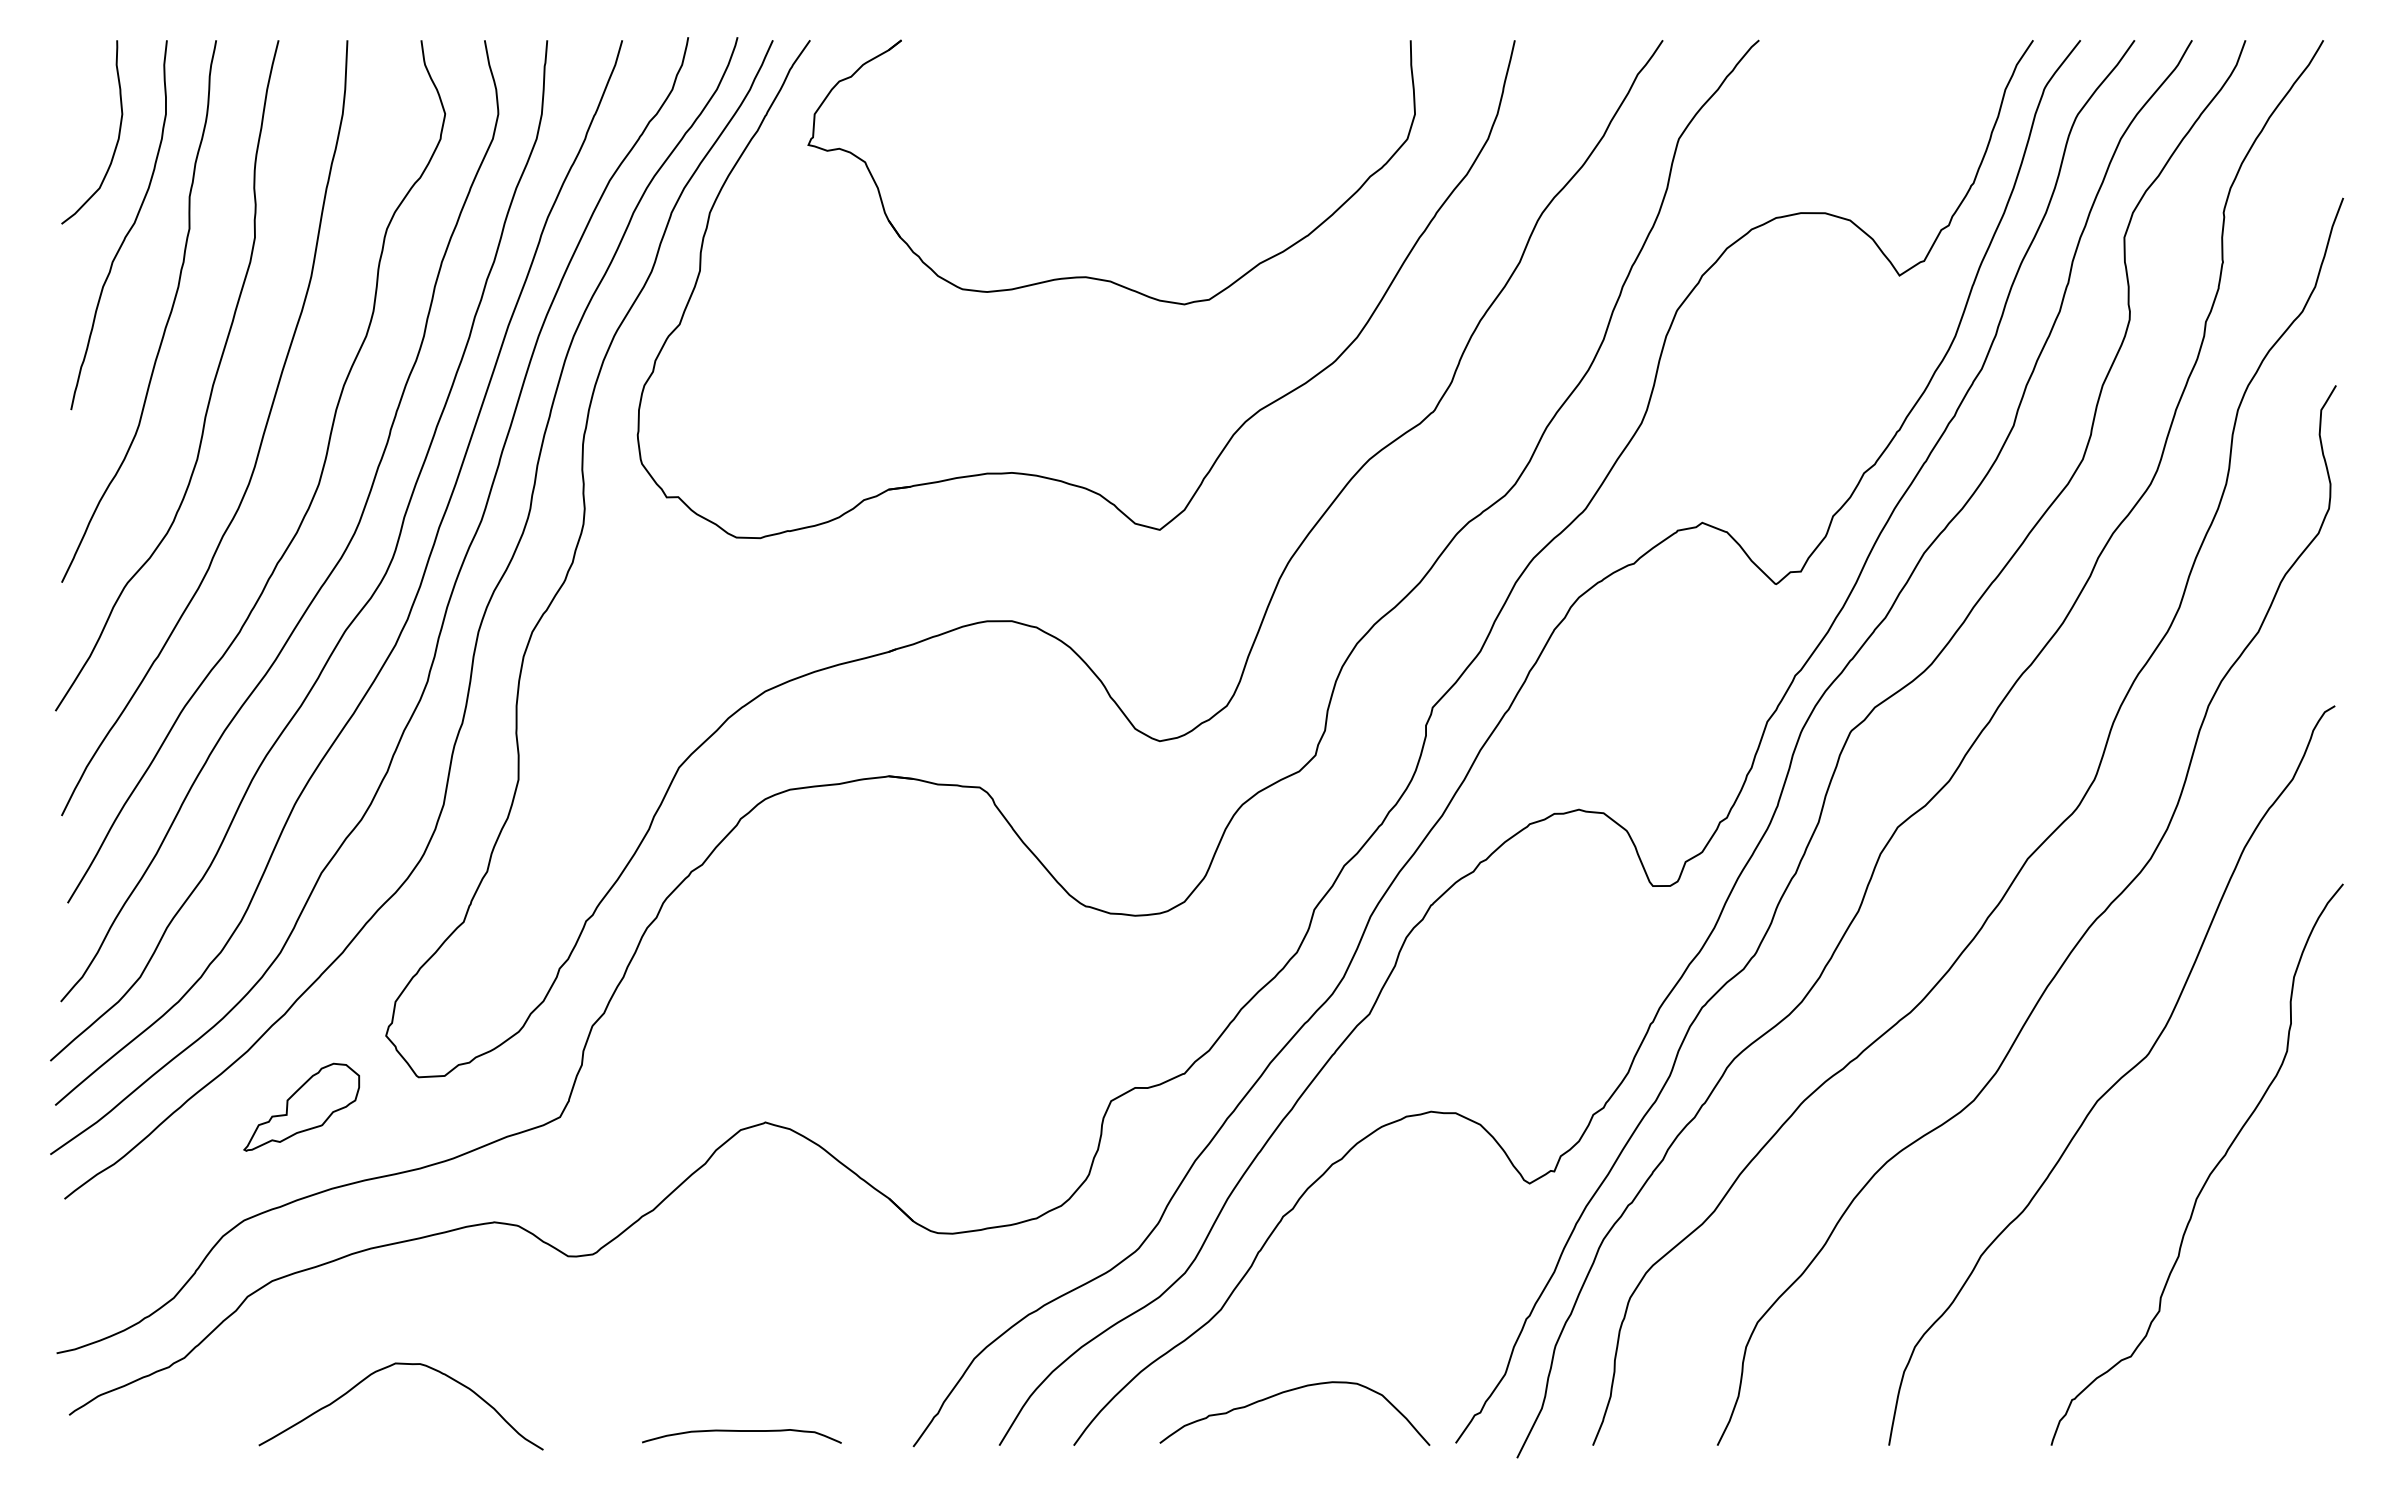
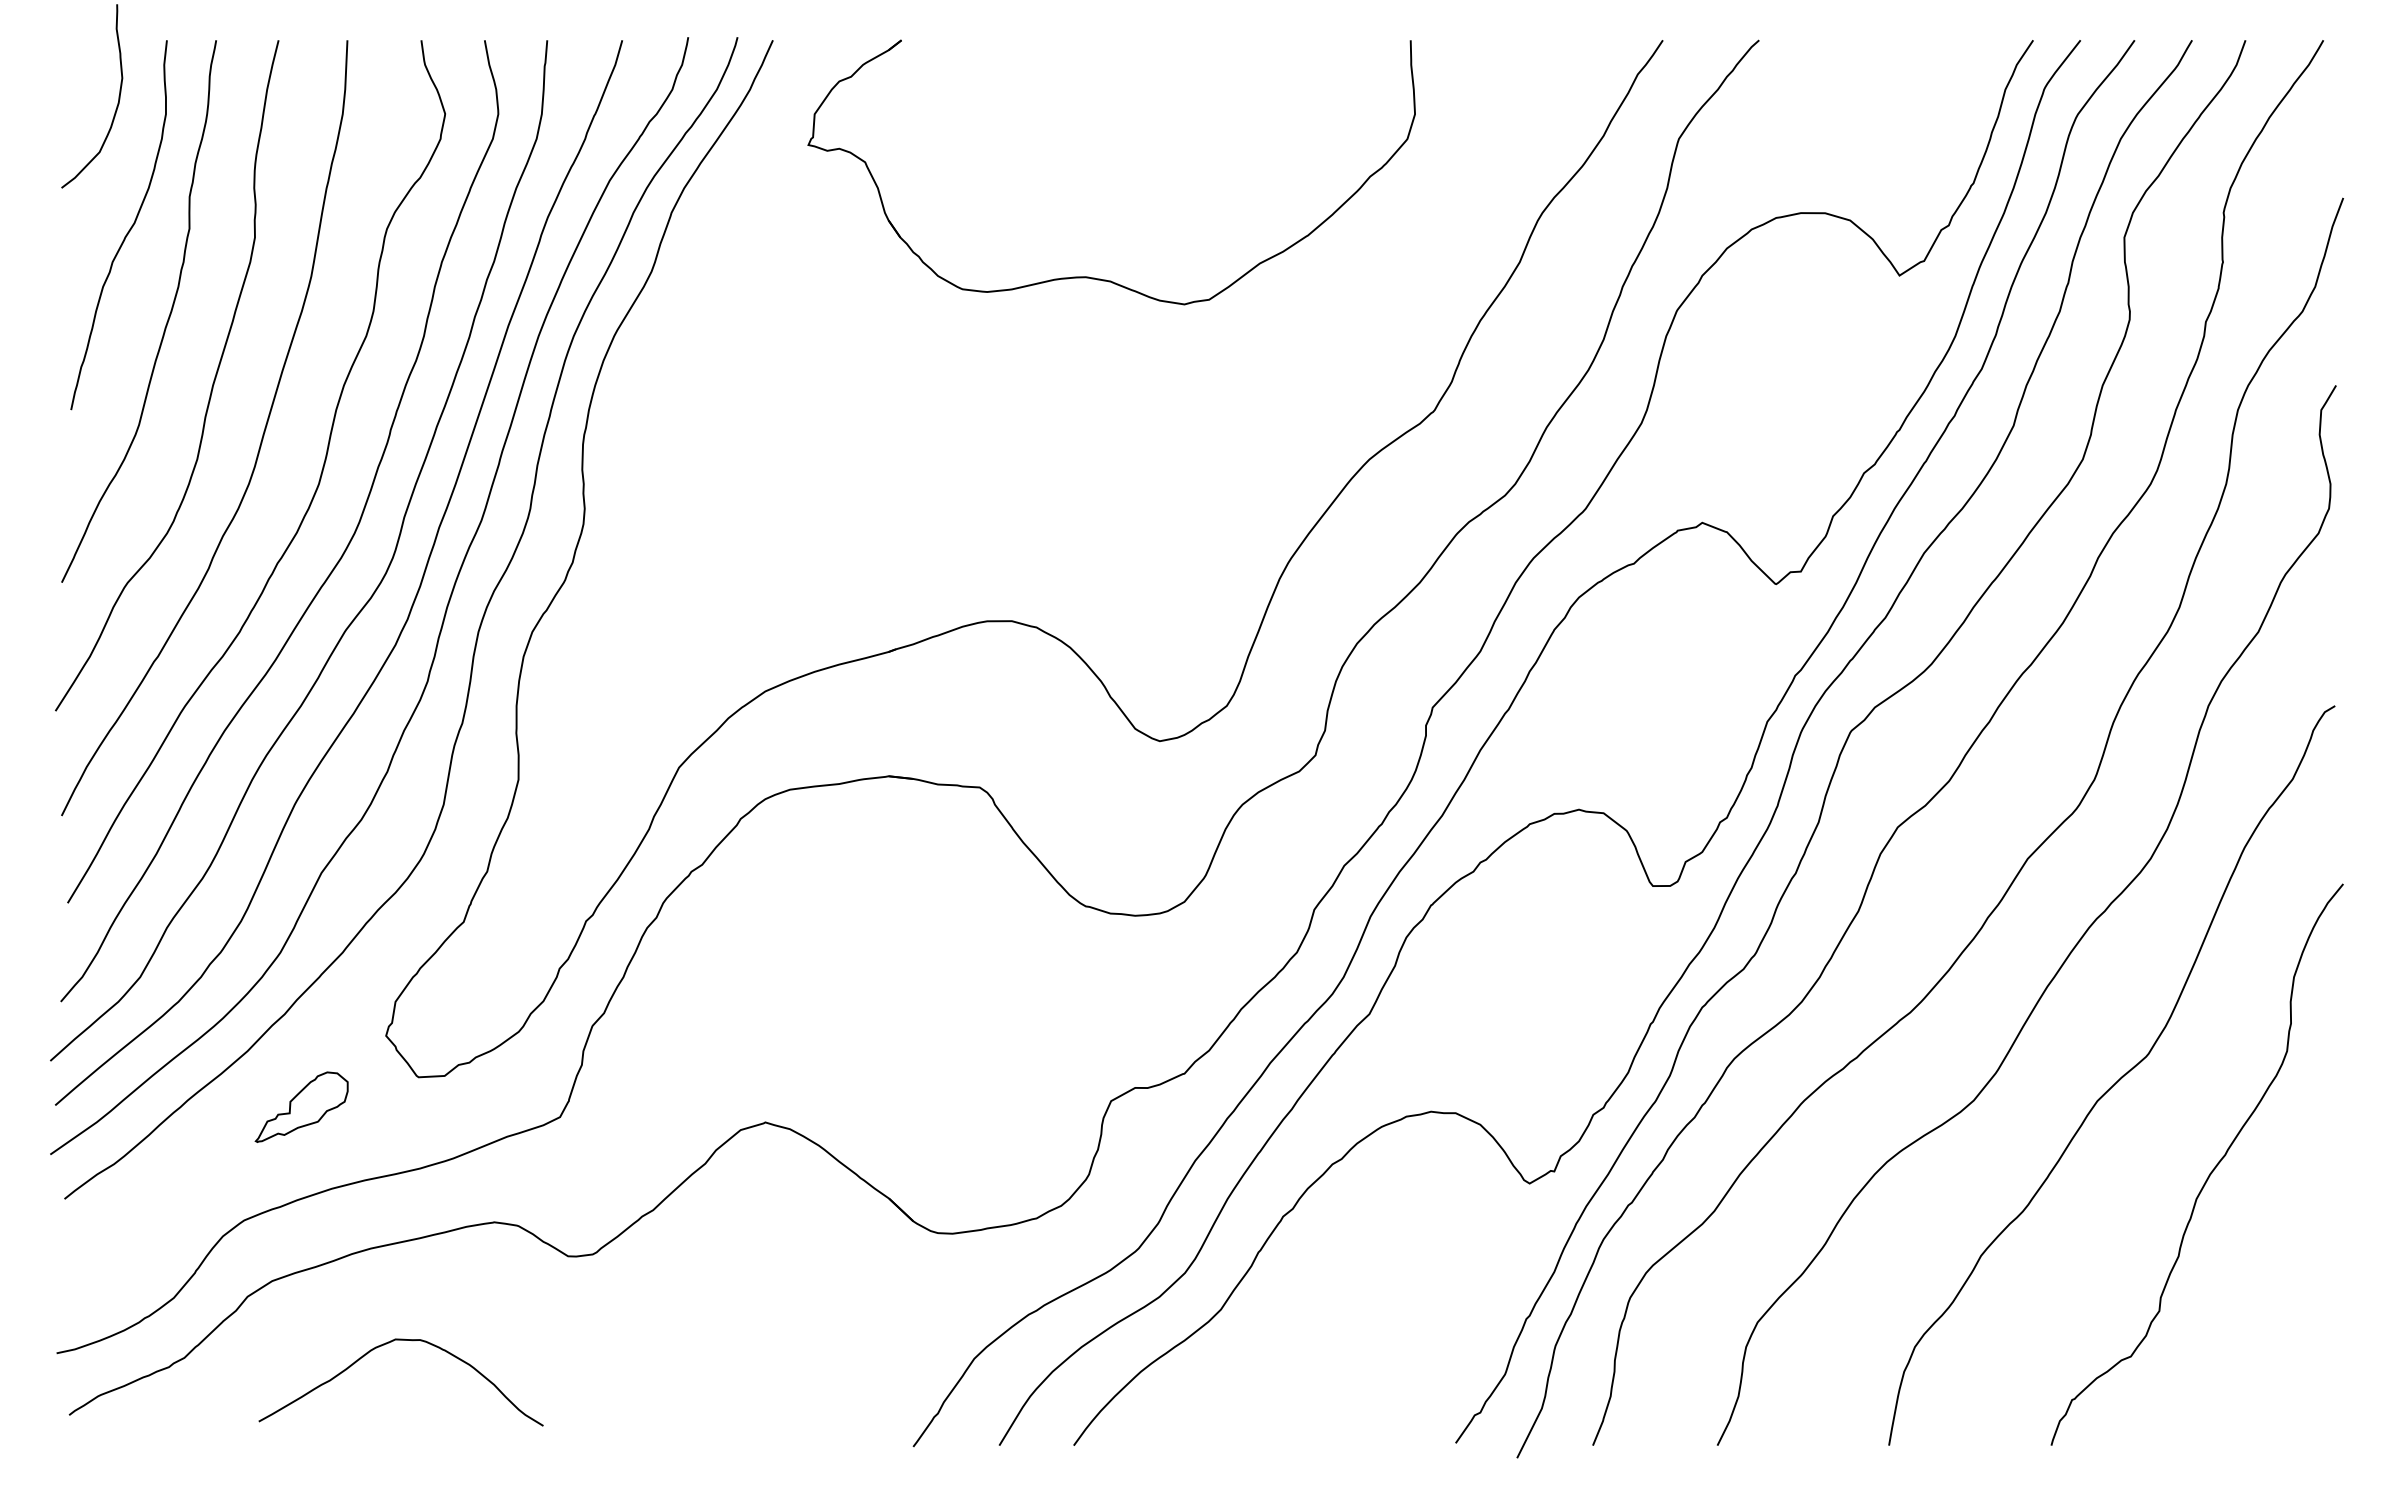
curve at (117, 138) position: (117, 138) -> (117, 102)
part at (1036, 474): present -> none
part at (301, 1106) size: 118x90 px -> 95x72 px
curve at (384, 1369) position: (384, 1369) -> (384, 1345)
curve at (1290, 1391): present -> none
curve at (741, 1431): present -> none
